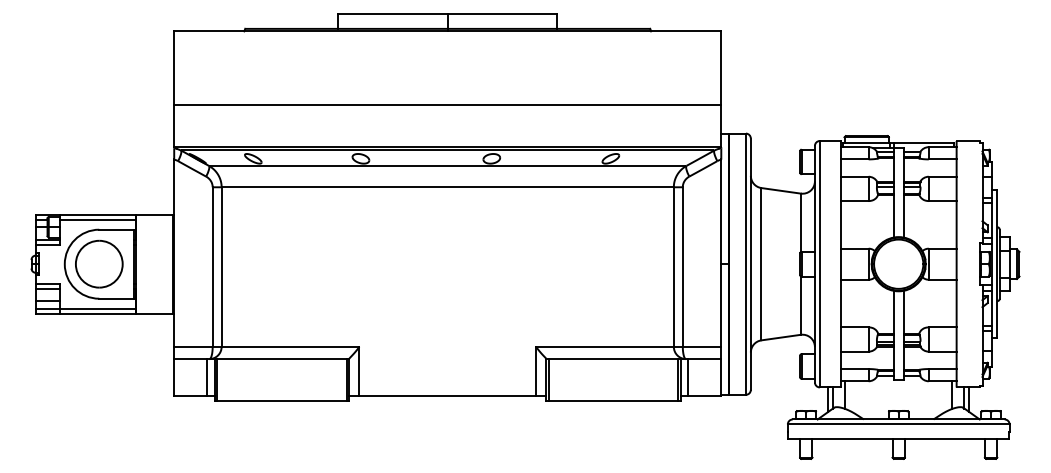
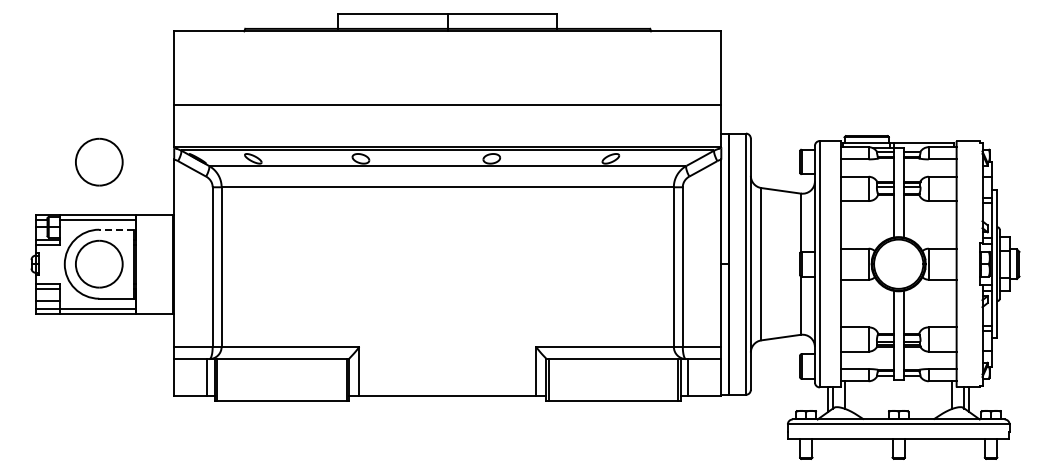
part at (99, 161): none -> present
line at (116, 229): solid -> dashed
